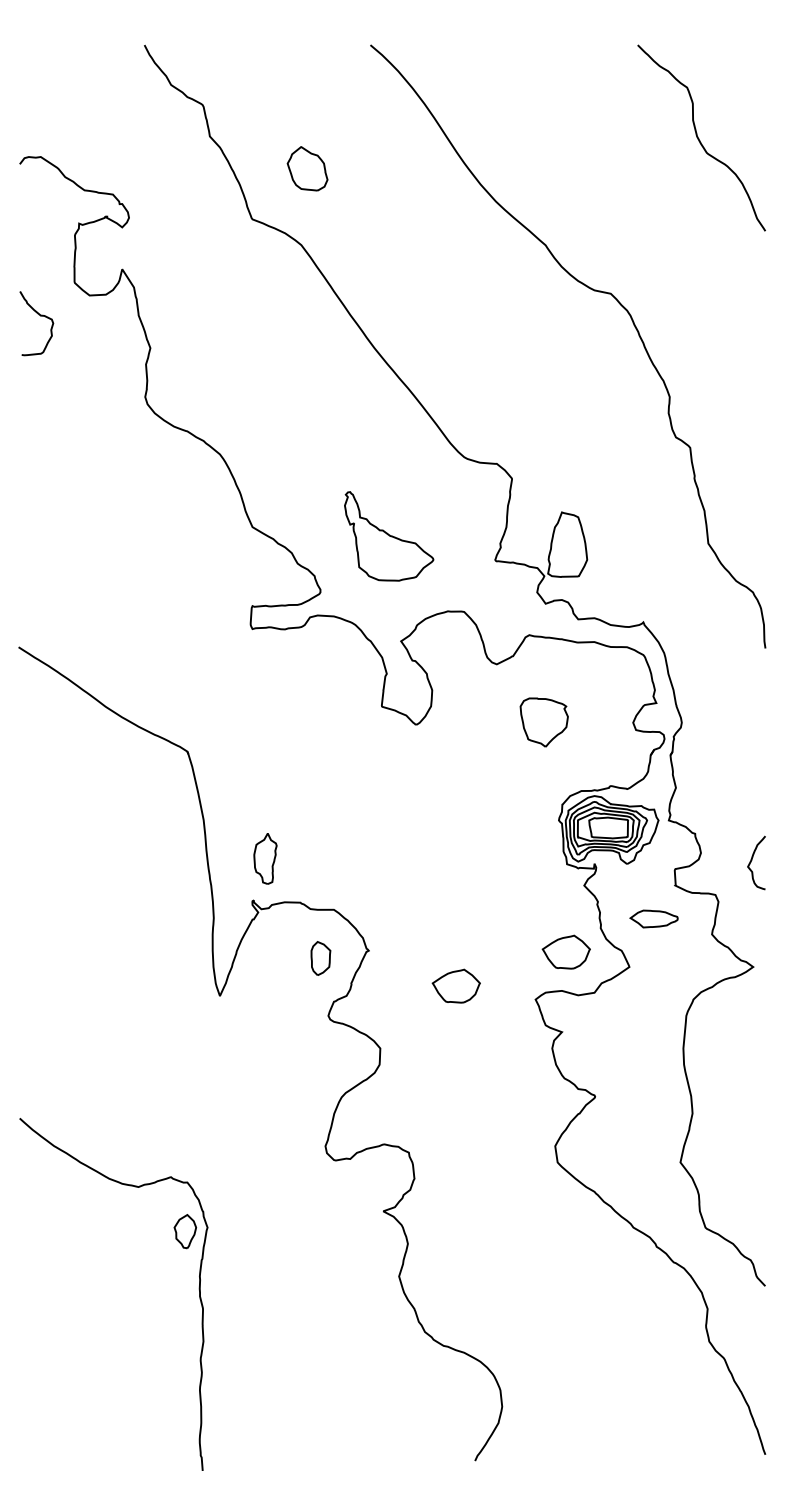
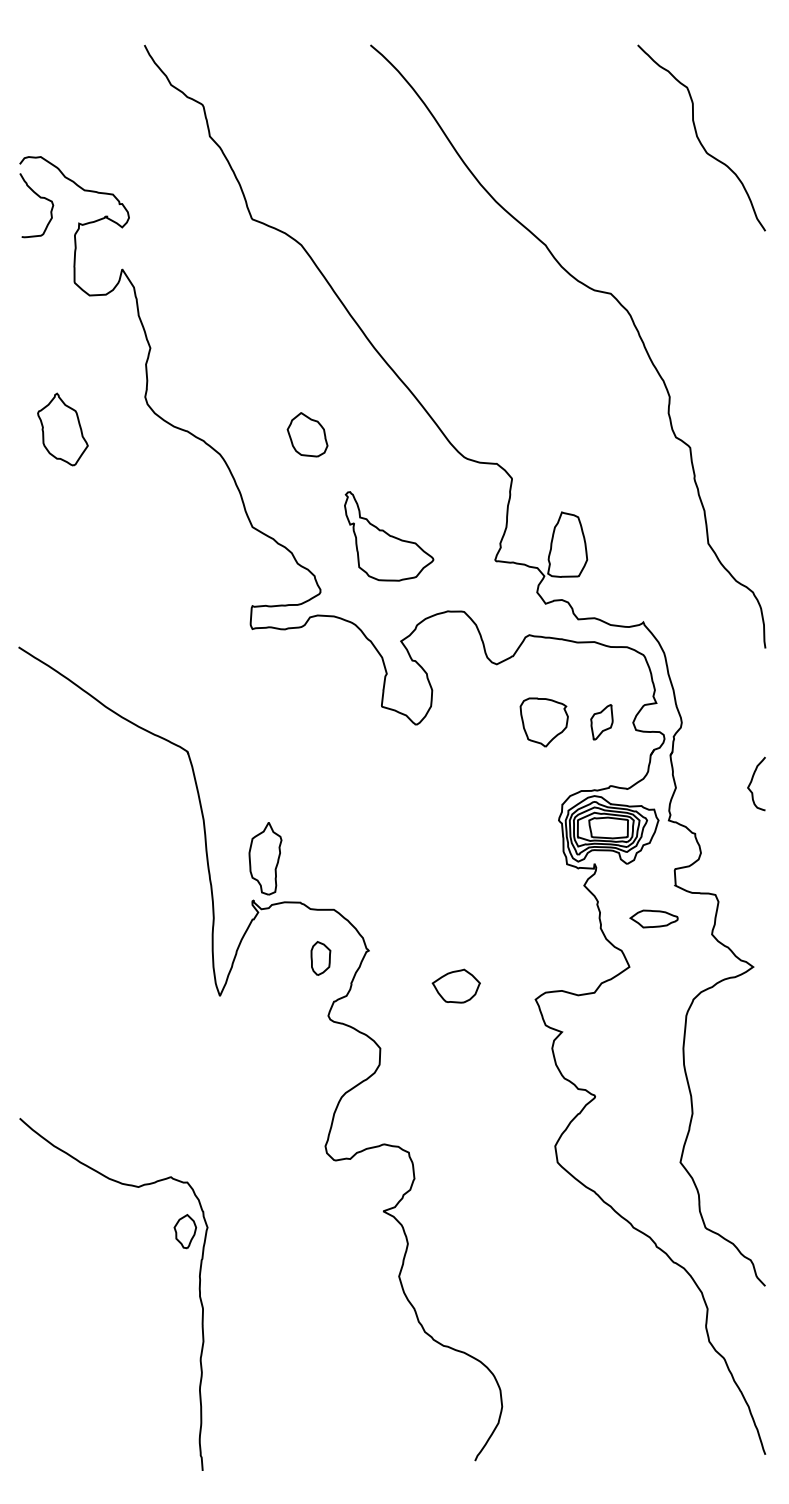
part at (307, 168) position: (307, 168) -> (307, 434)
curve at (40, 316) position: (40, 316) -> (40, 198)
part at (62, 429): none -> present
part at (601, 722): none -> present
part at (265, 858) size: 25x52 px -> 35x74 px
curve at (752, 860) position: (752, 860) -> (752, 781)
part at (565, 951): present -> none
